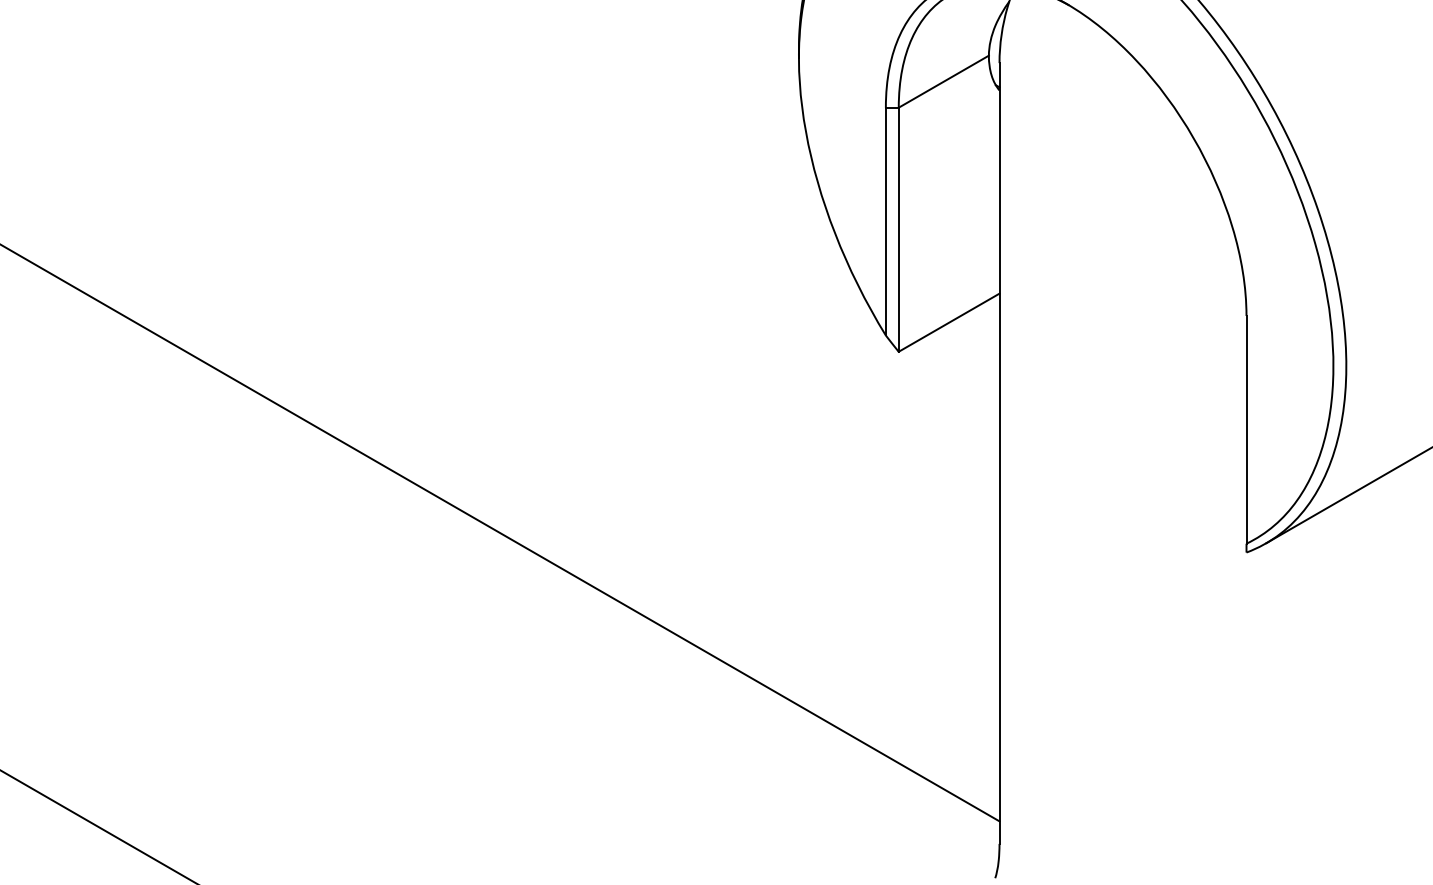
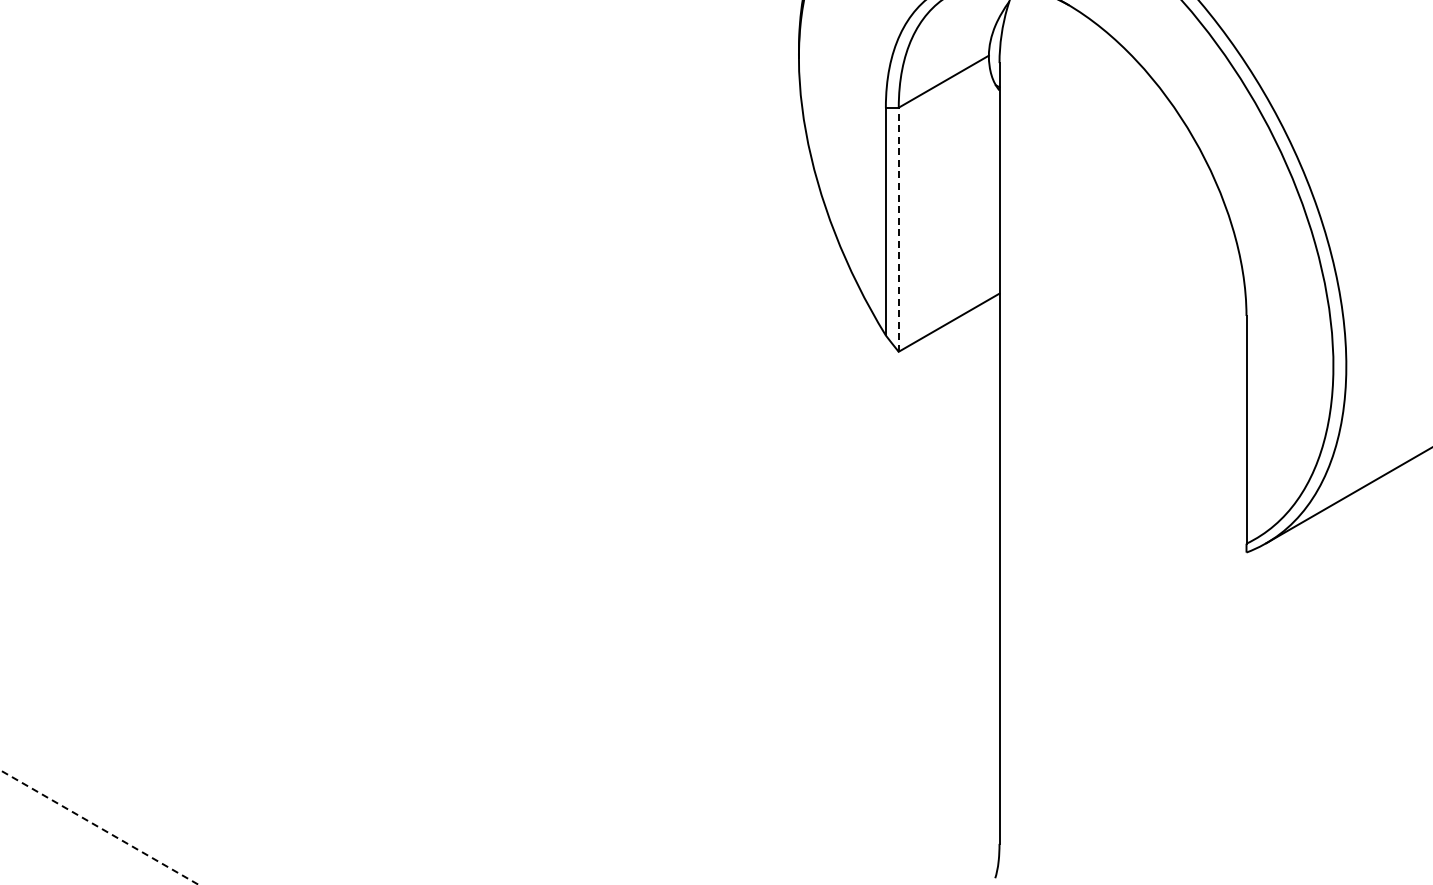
line at (898, 229): solid -> dashed
line at (500, 533): present -> none
line at (99, 827): solid -> dashed
